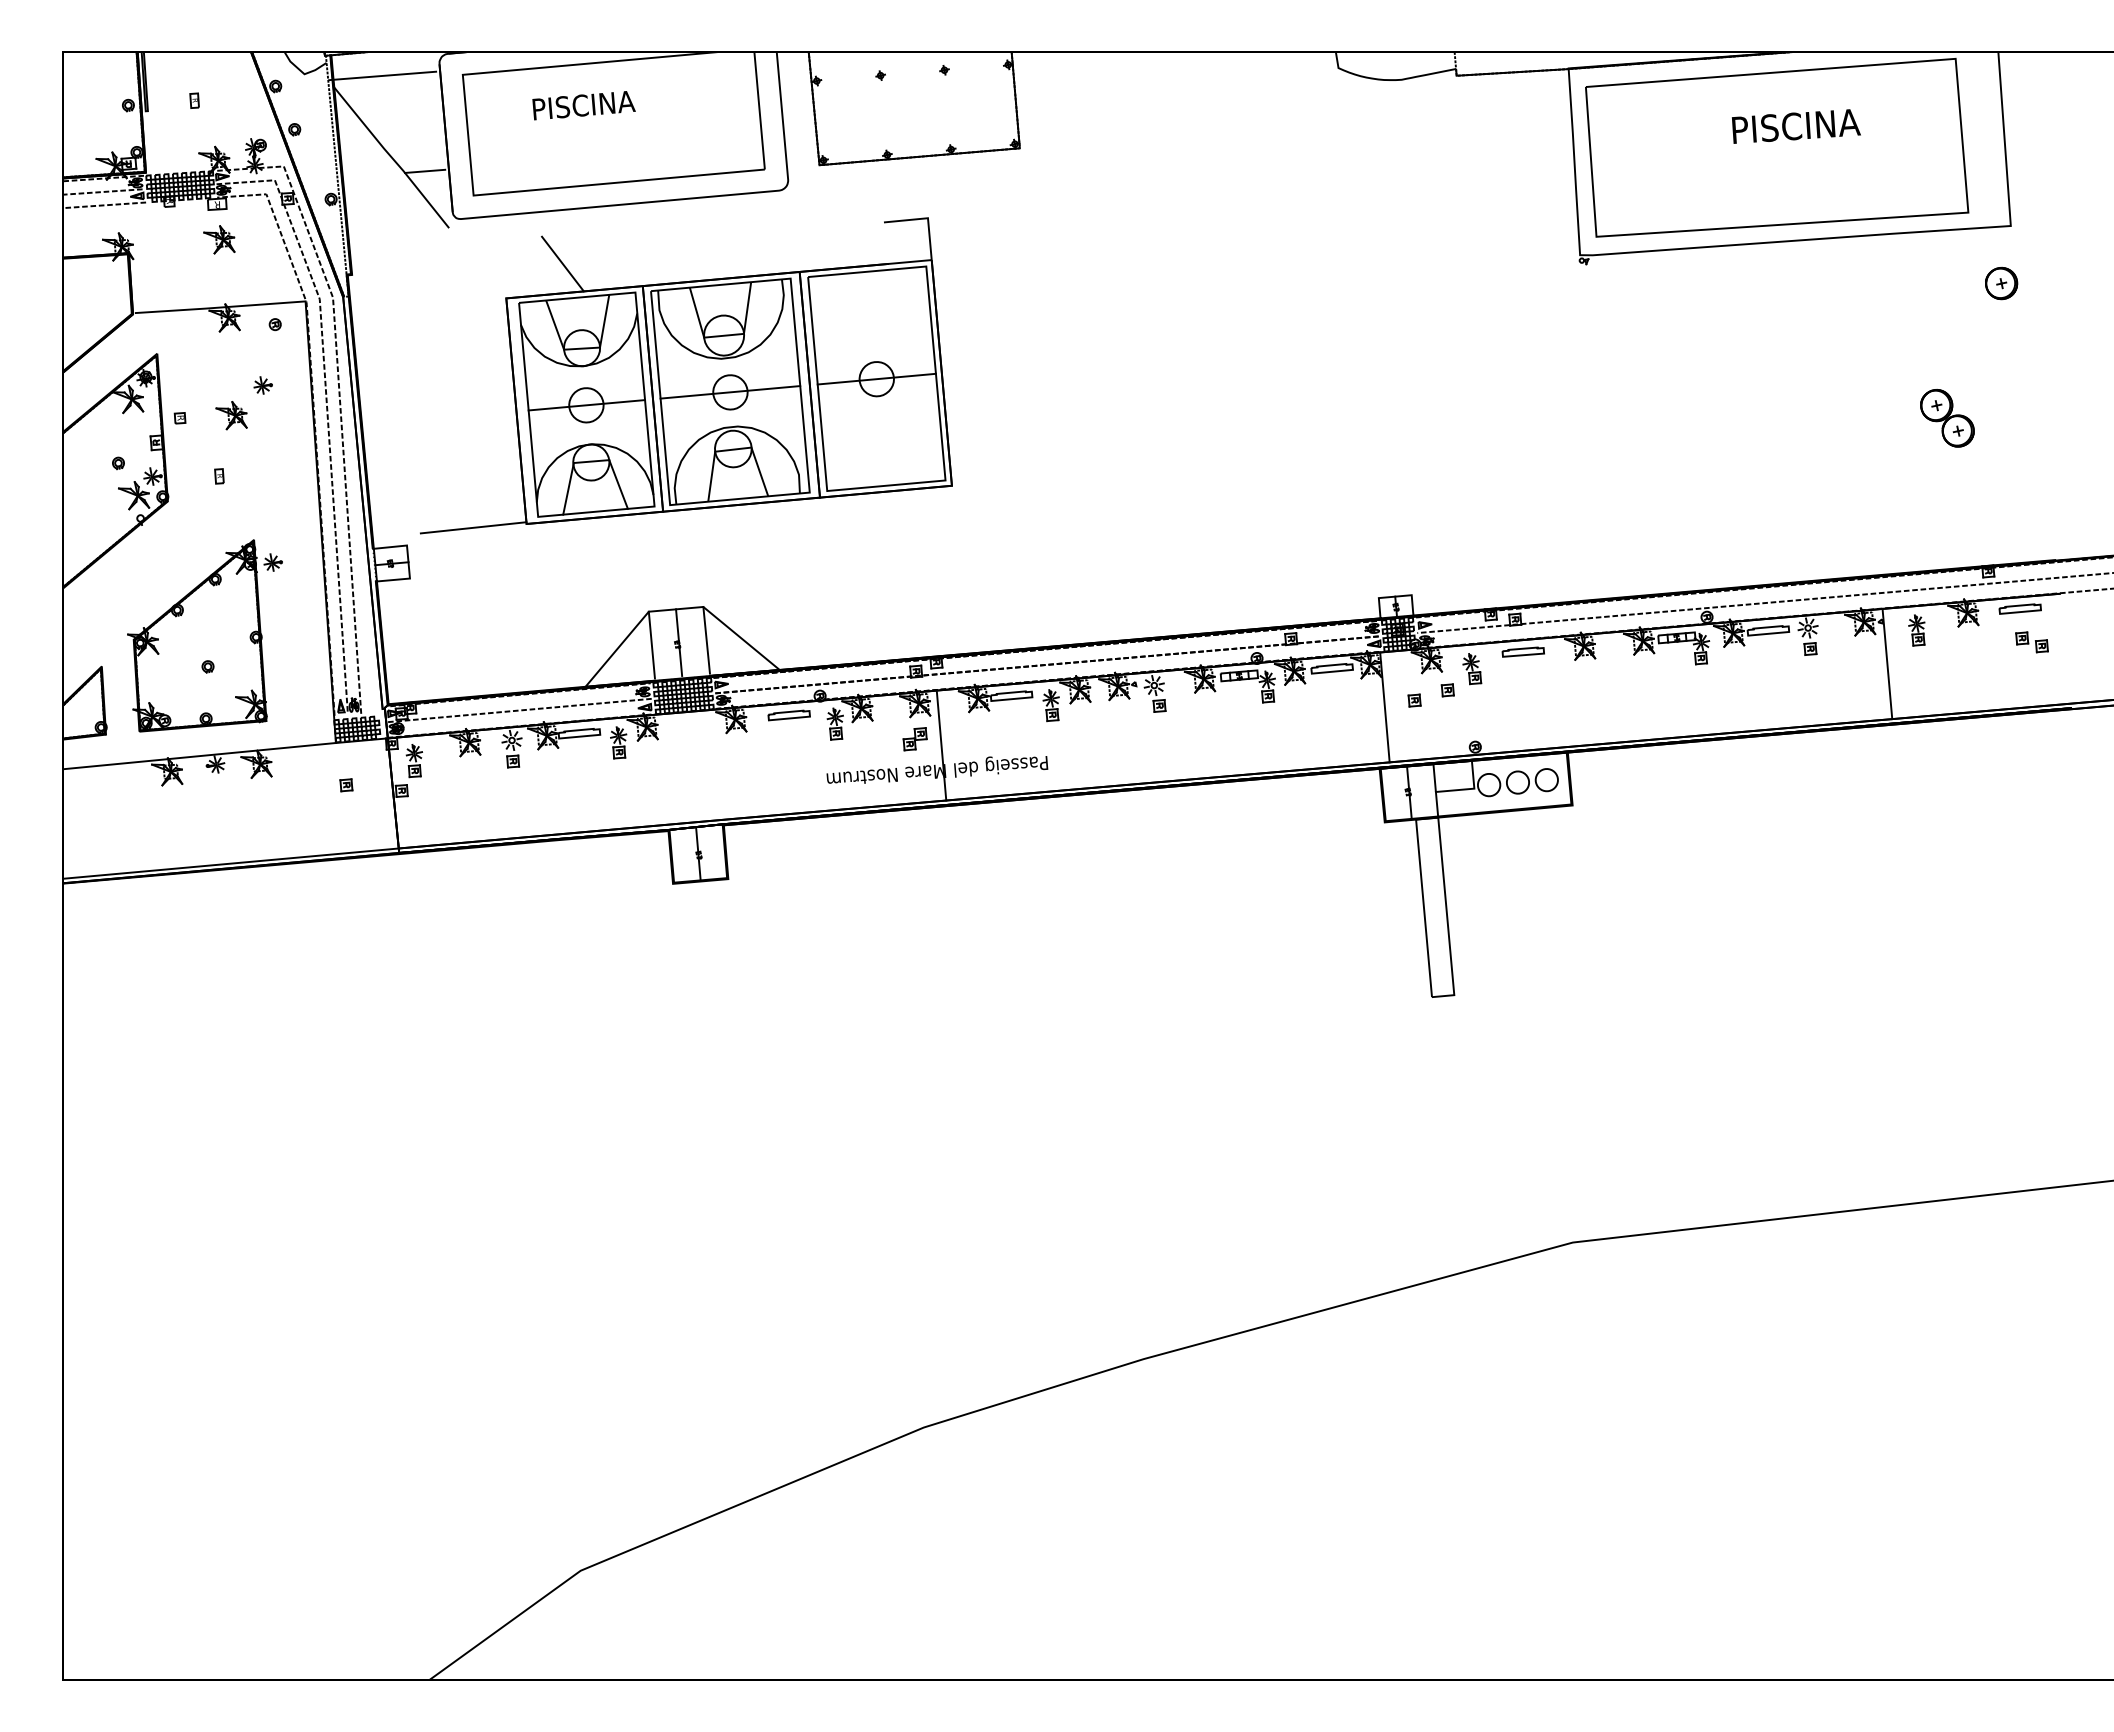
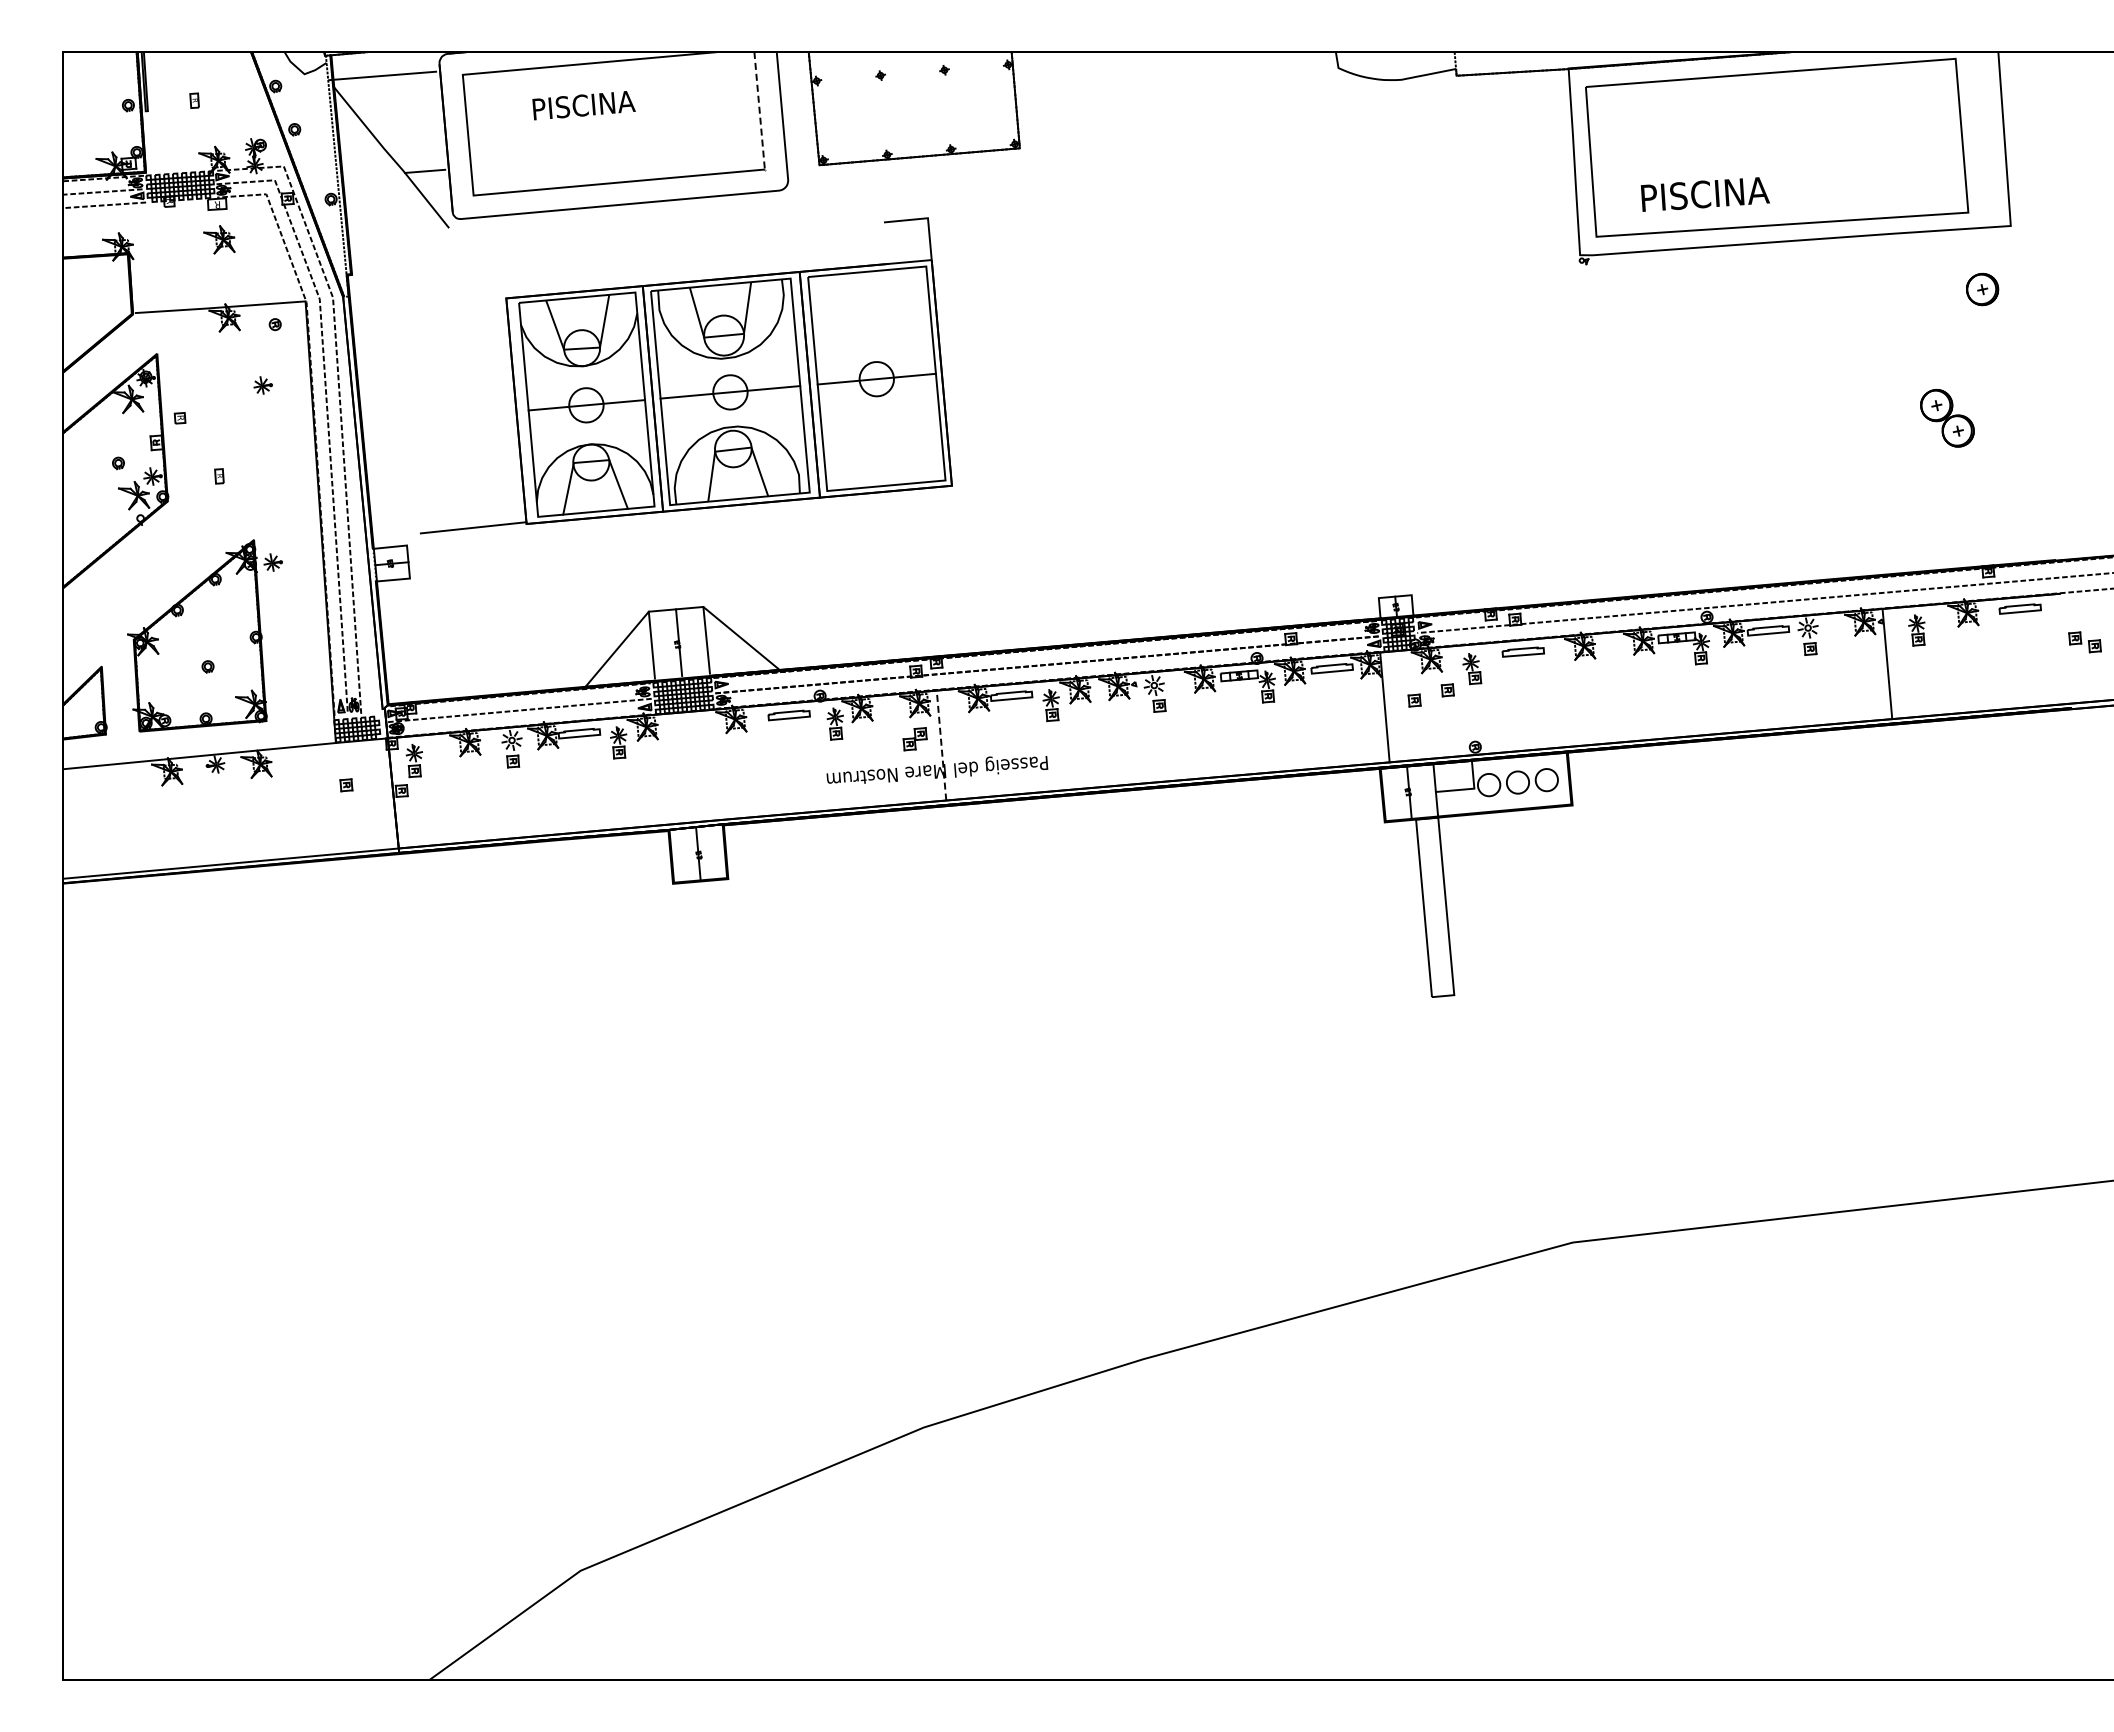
line at (759, 111): solid -> dashed
text at (1796, 126) position: (1796, 126) -> (1705, 194)
line at (562, 263): present -> none
part at (2001, 283) position: (2001, 283) -> (1982, 289)
part at (231, 415): present -> none
part at (2031, 642) position: (2031, 642) -> (2084, 642)
line at (941, 745): solid -> dashed
